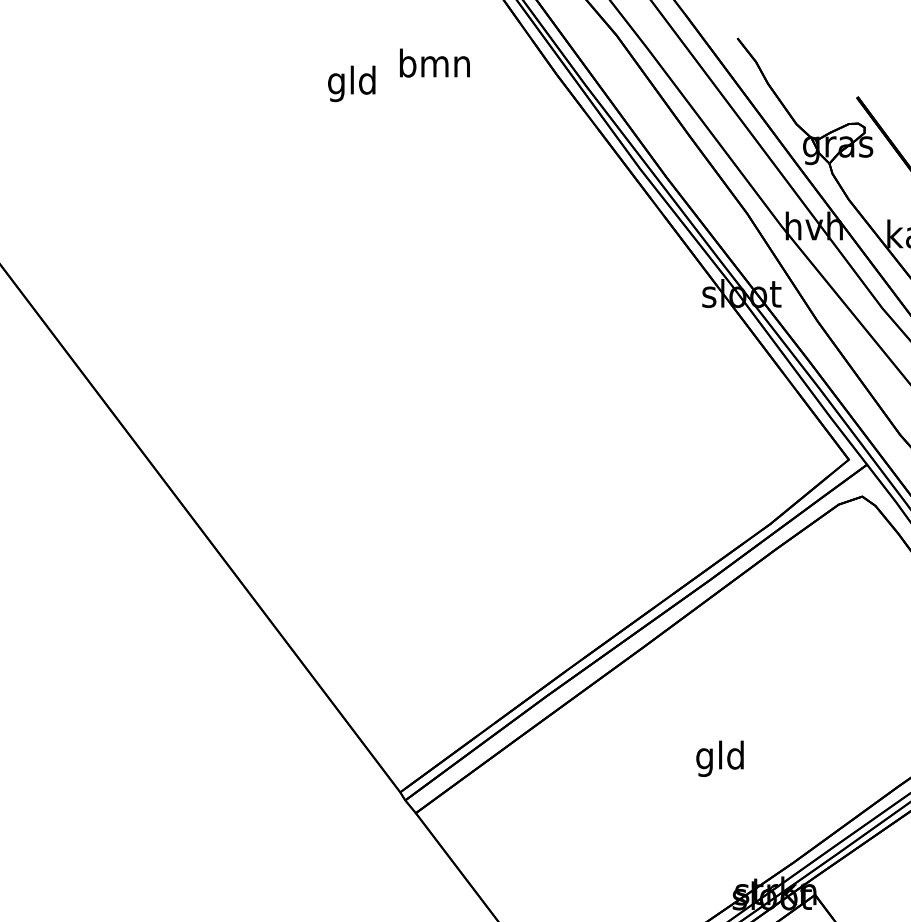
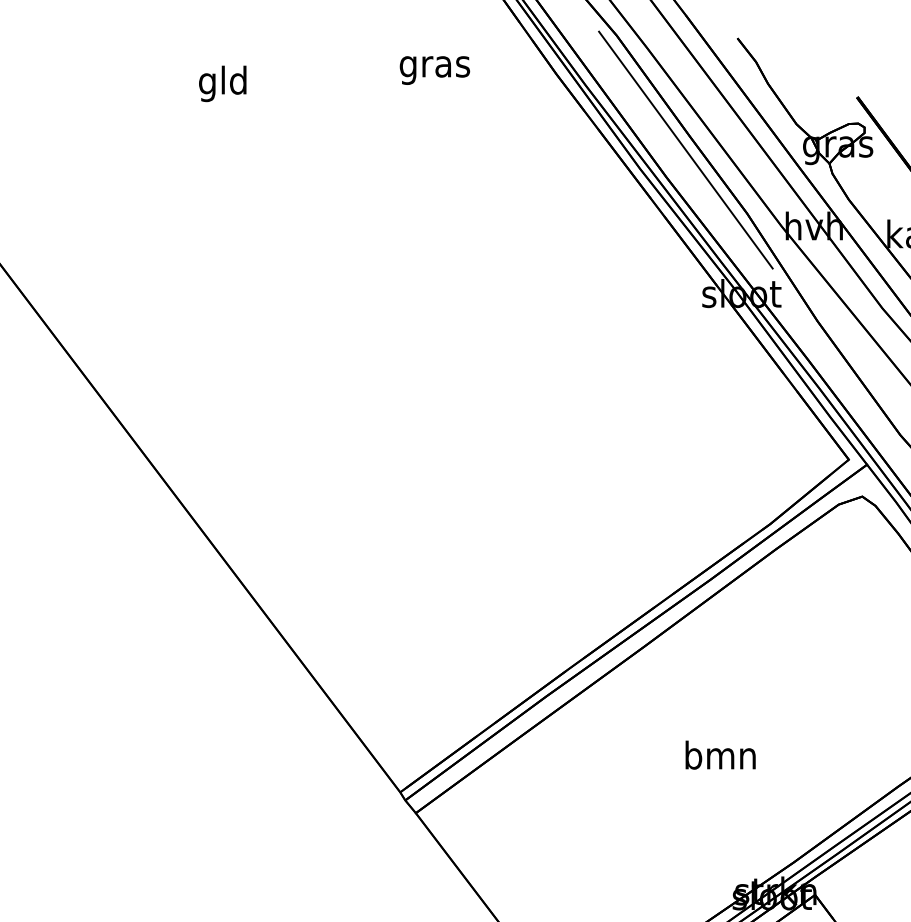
text at (434, 66): bmn -> gras
text at (351, 83) position: (351, 83) -> (222, 83)
line at (685, 149): none -> present
text at (720, 758): gld -> bmn
